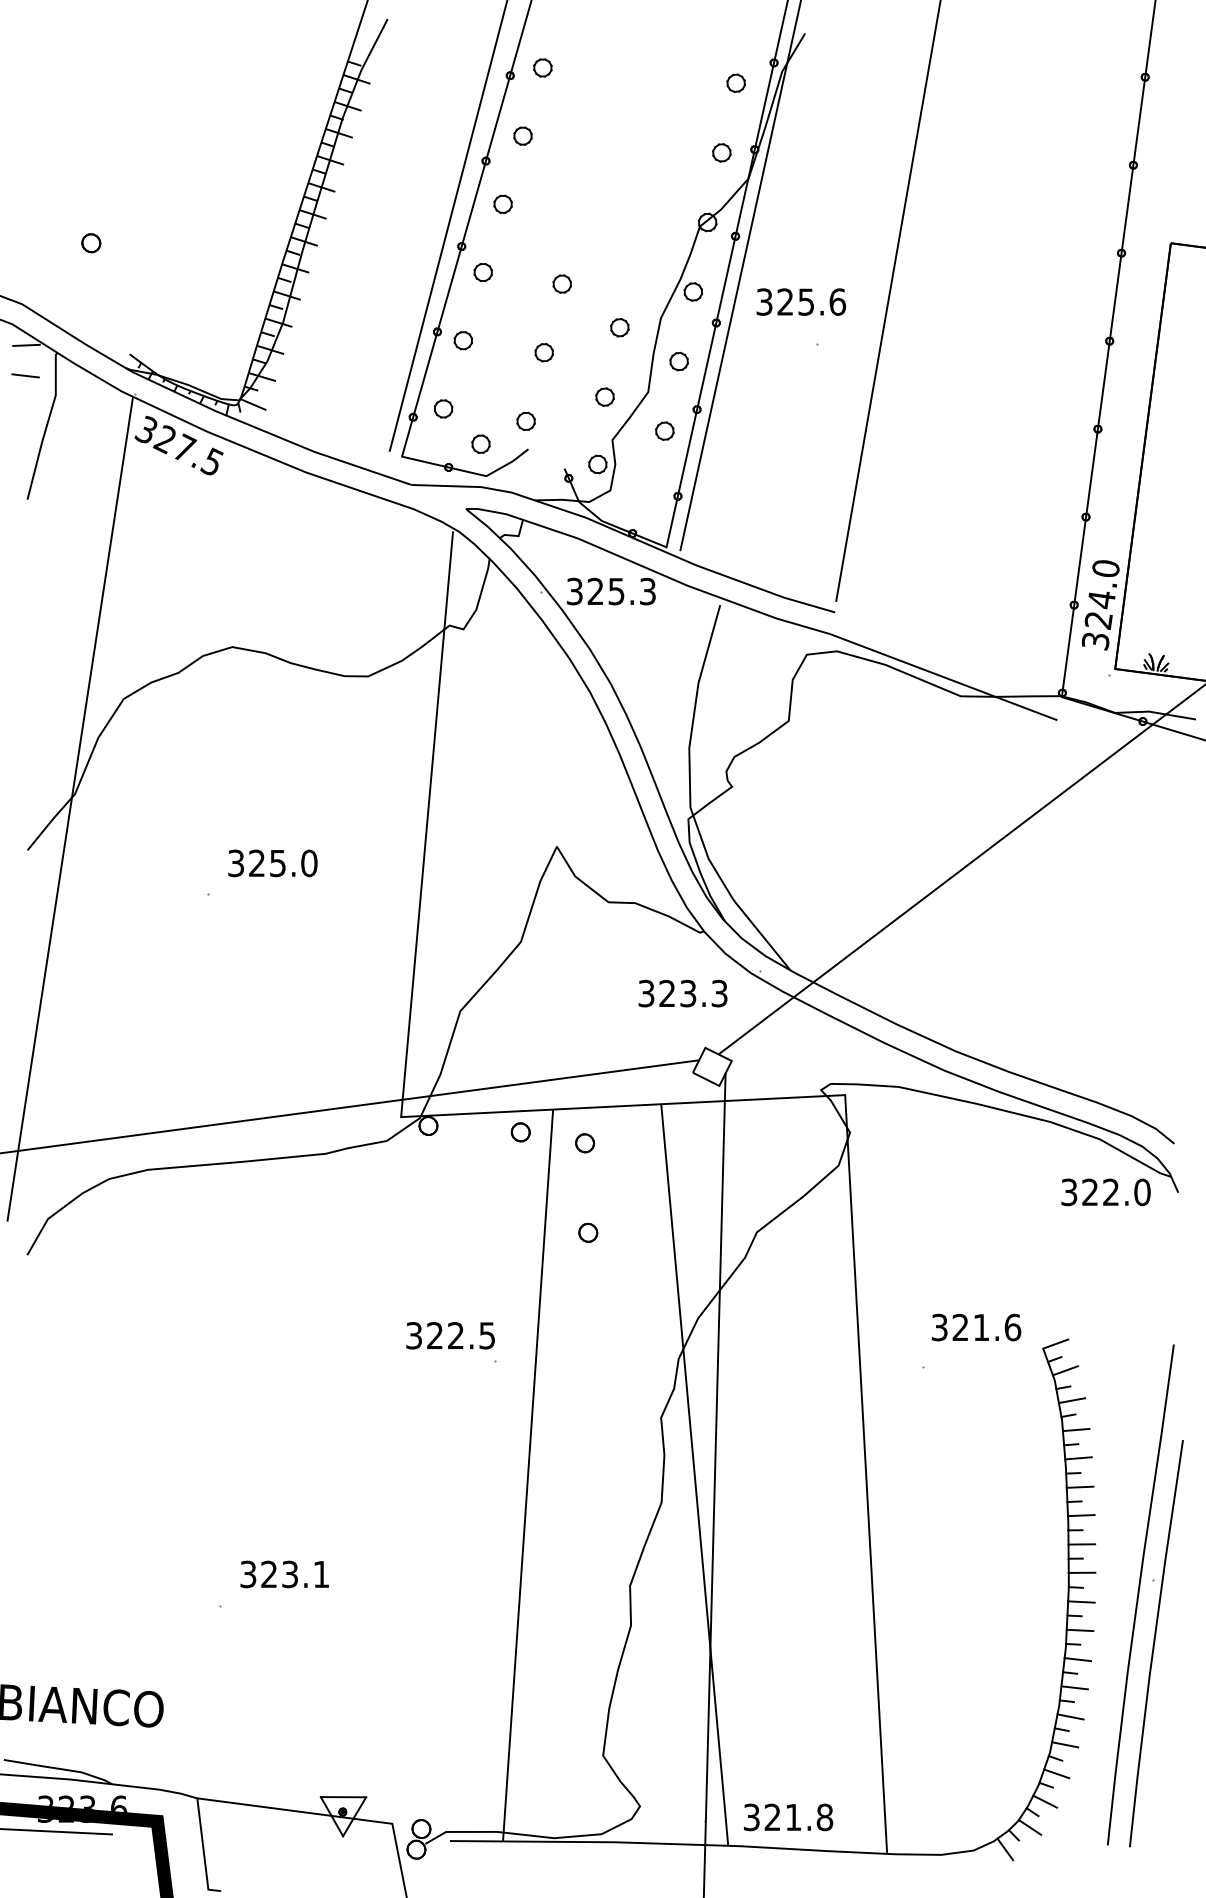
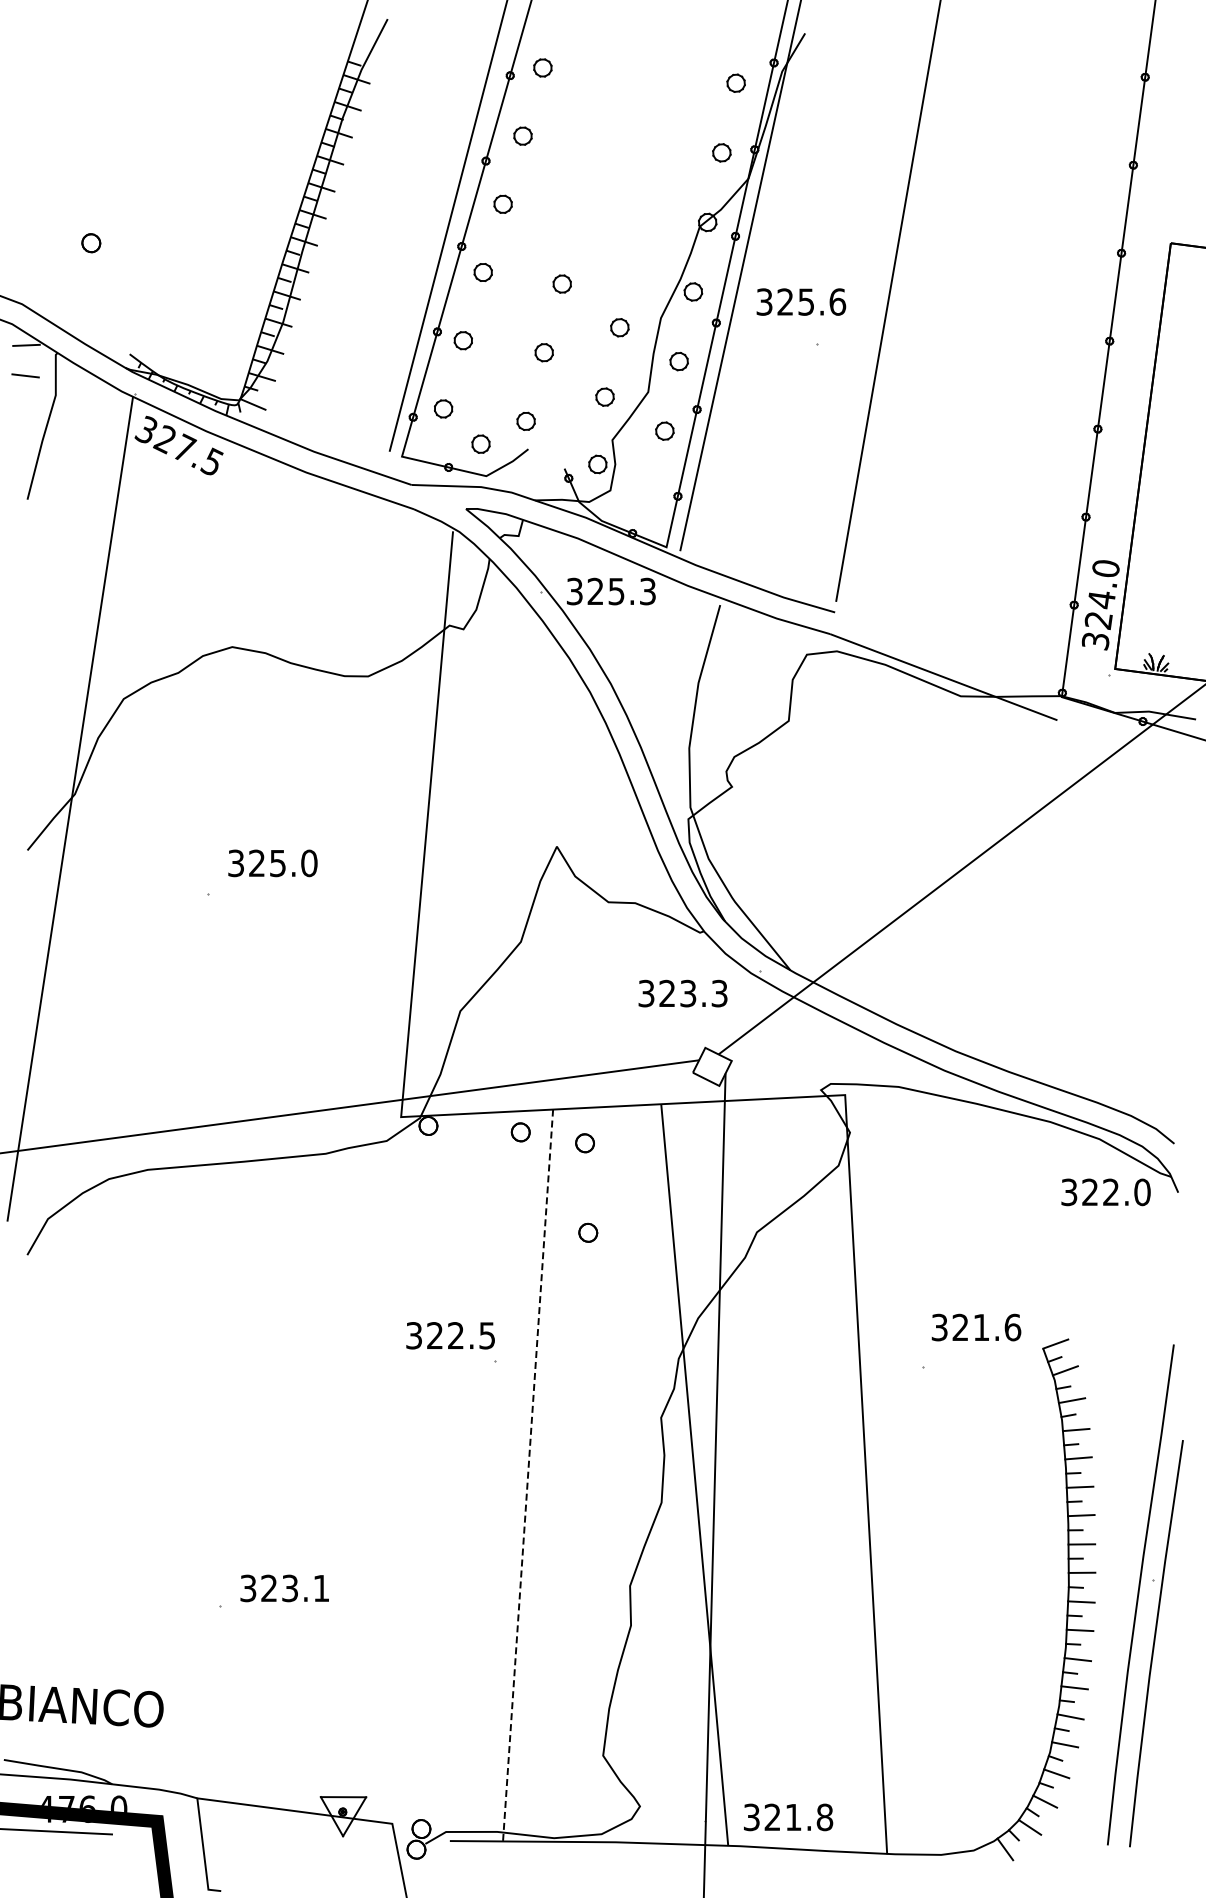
line at (528, 1475): solid -> dashed
text at (284, 1574) position: (284, 1574) -> (284, 1588)
text at (82, 1808): 323.6 -> 476.0
